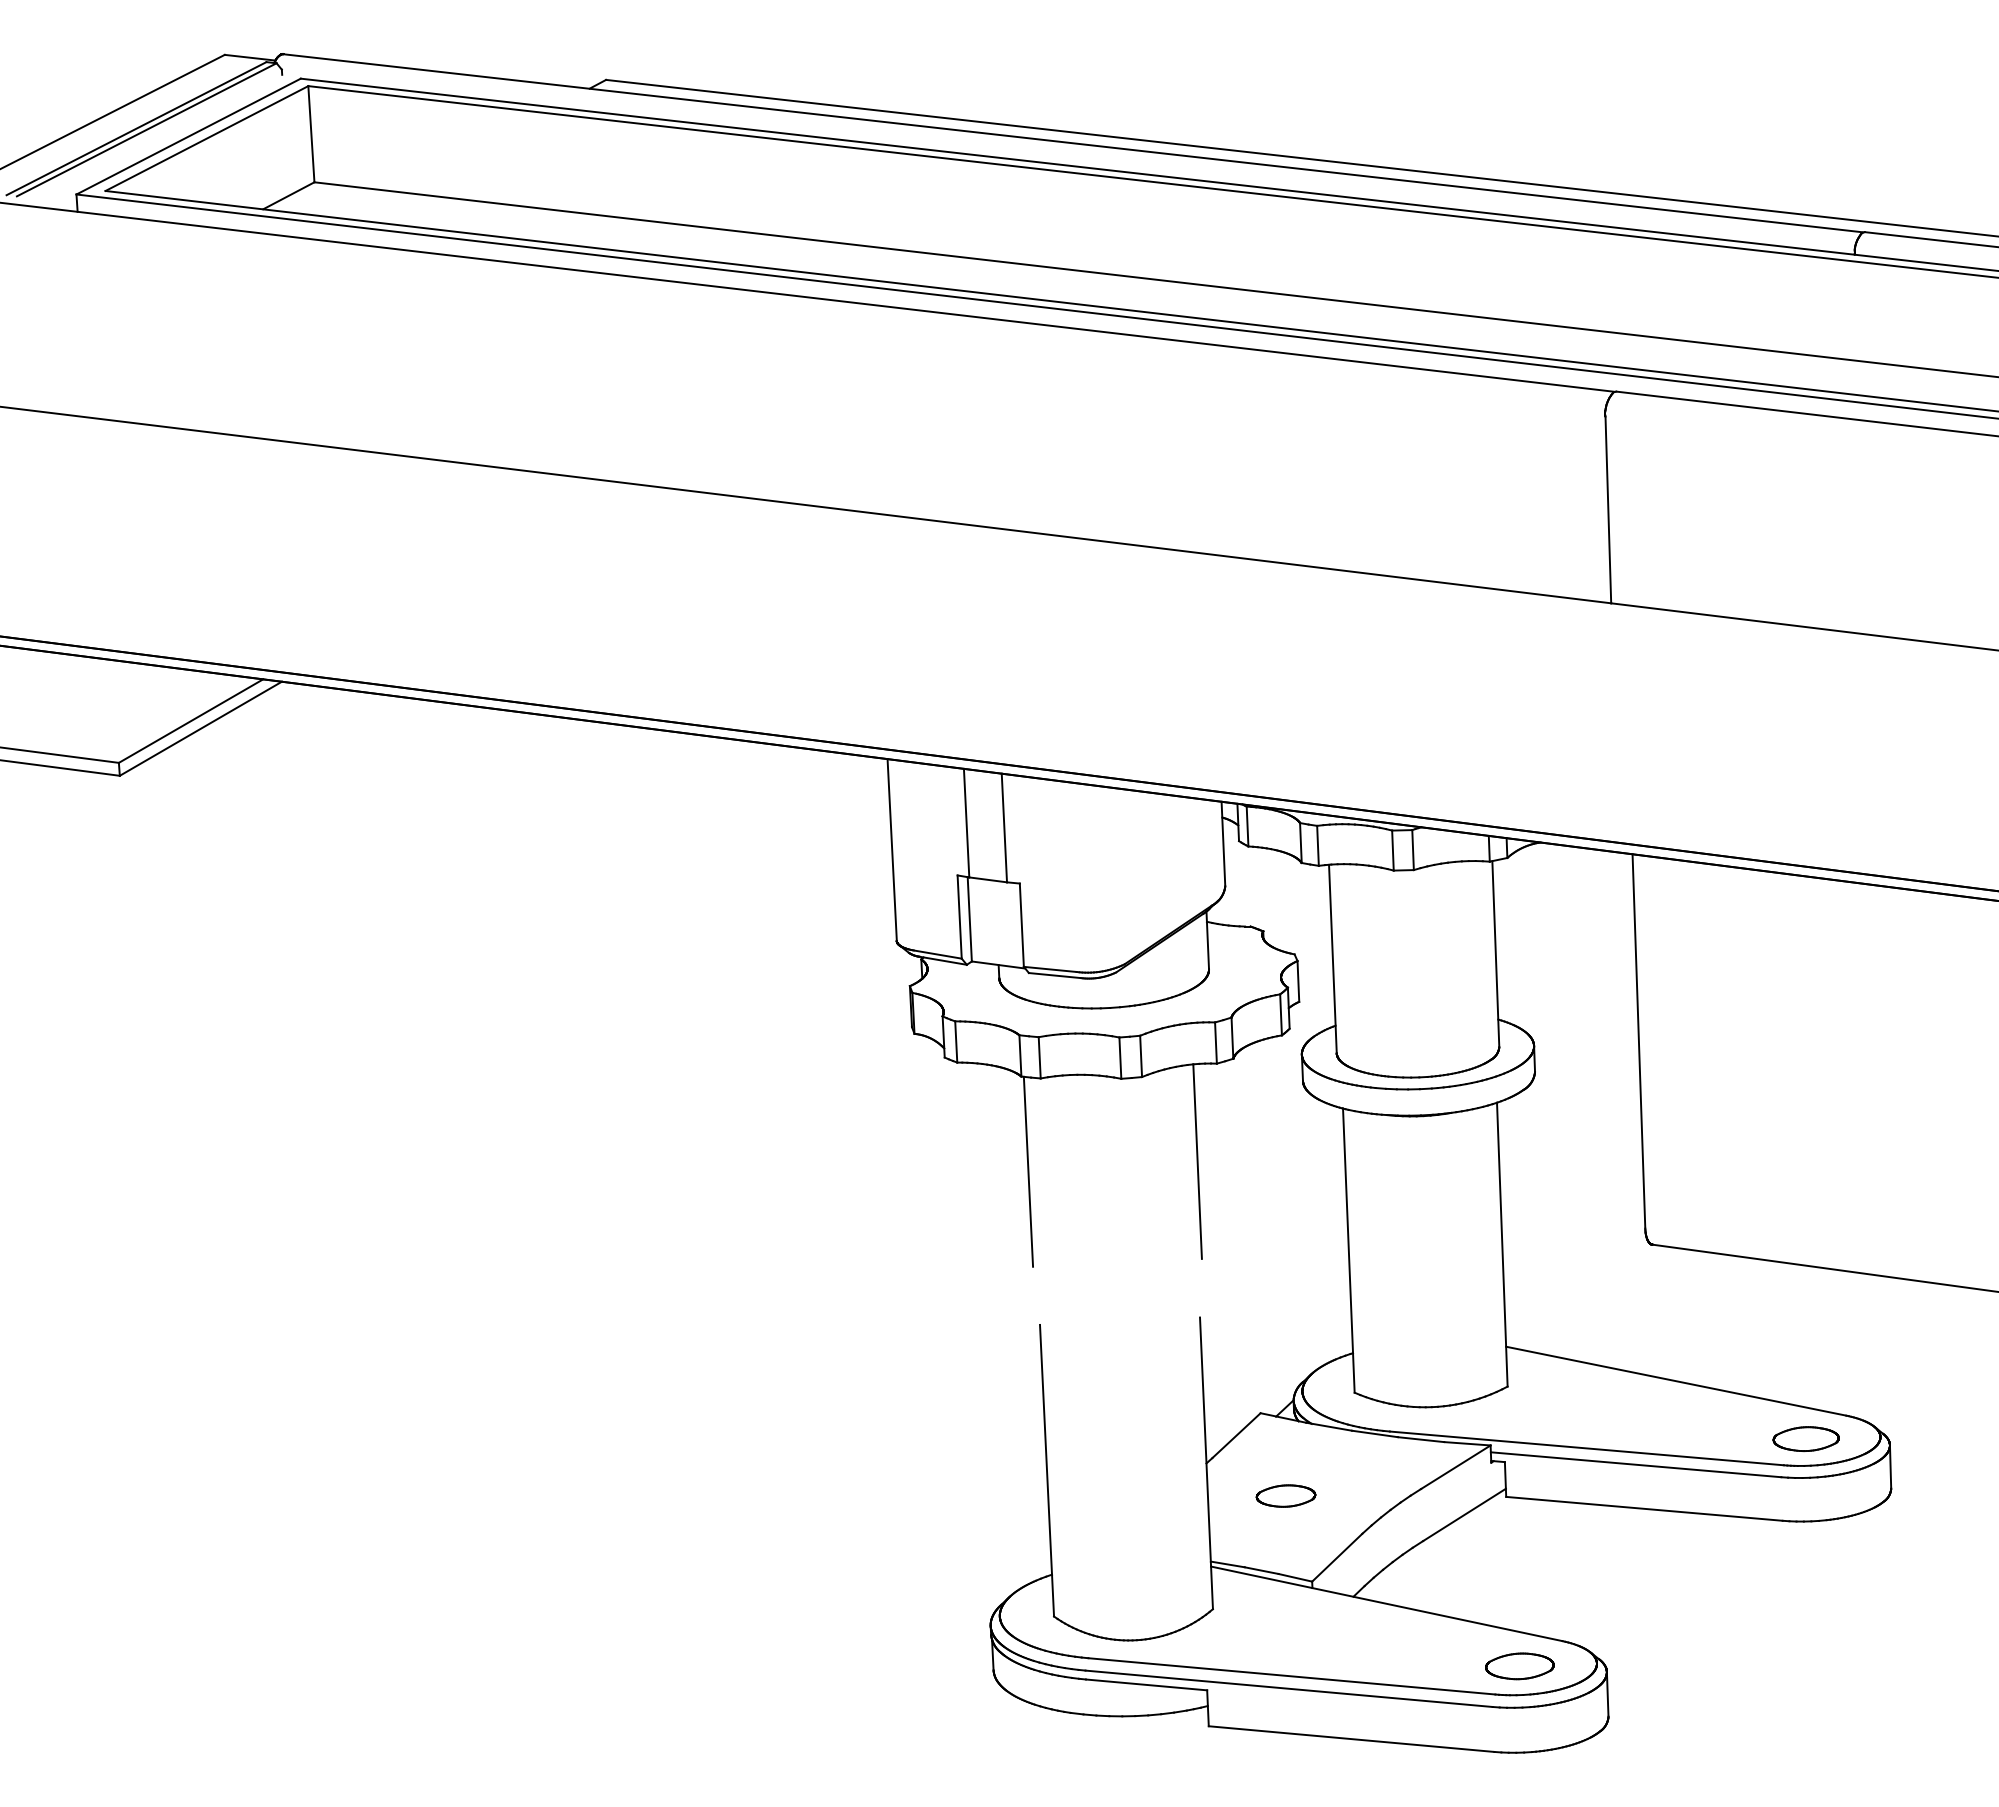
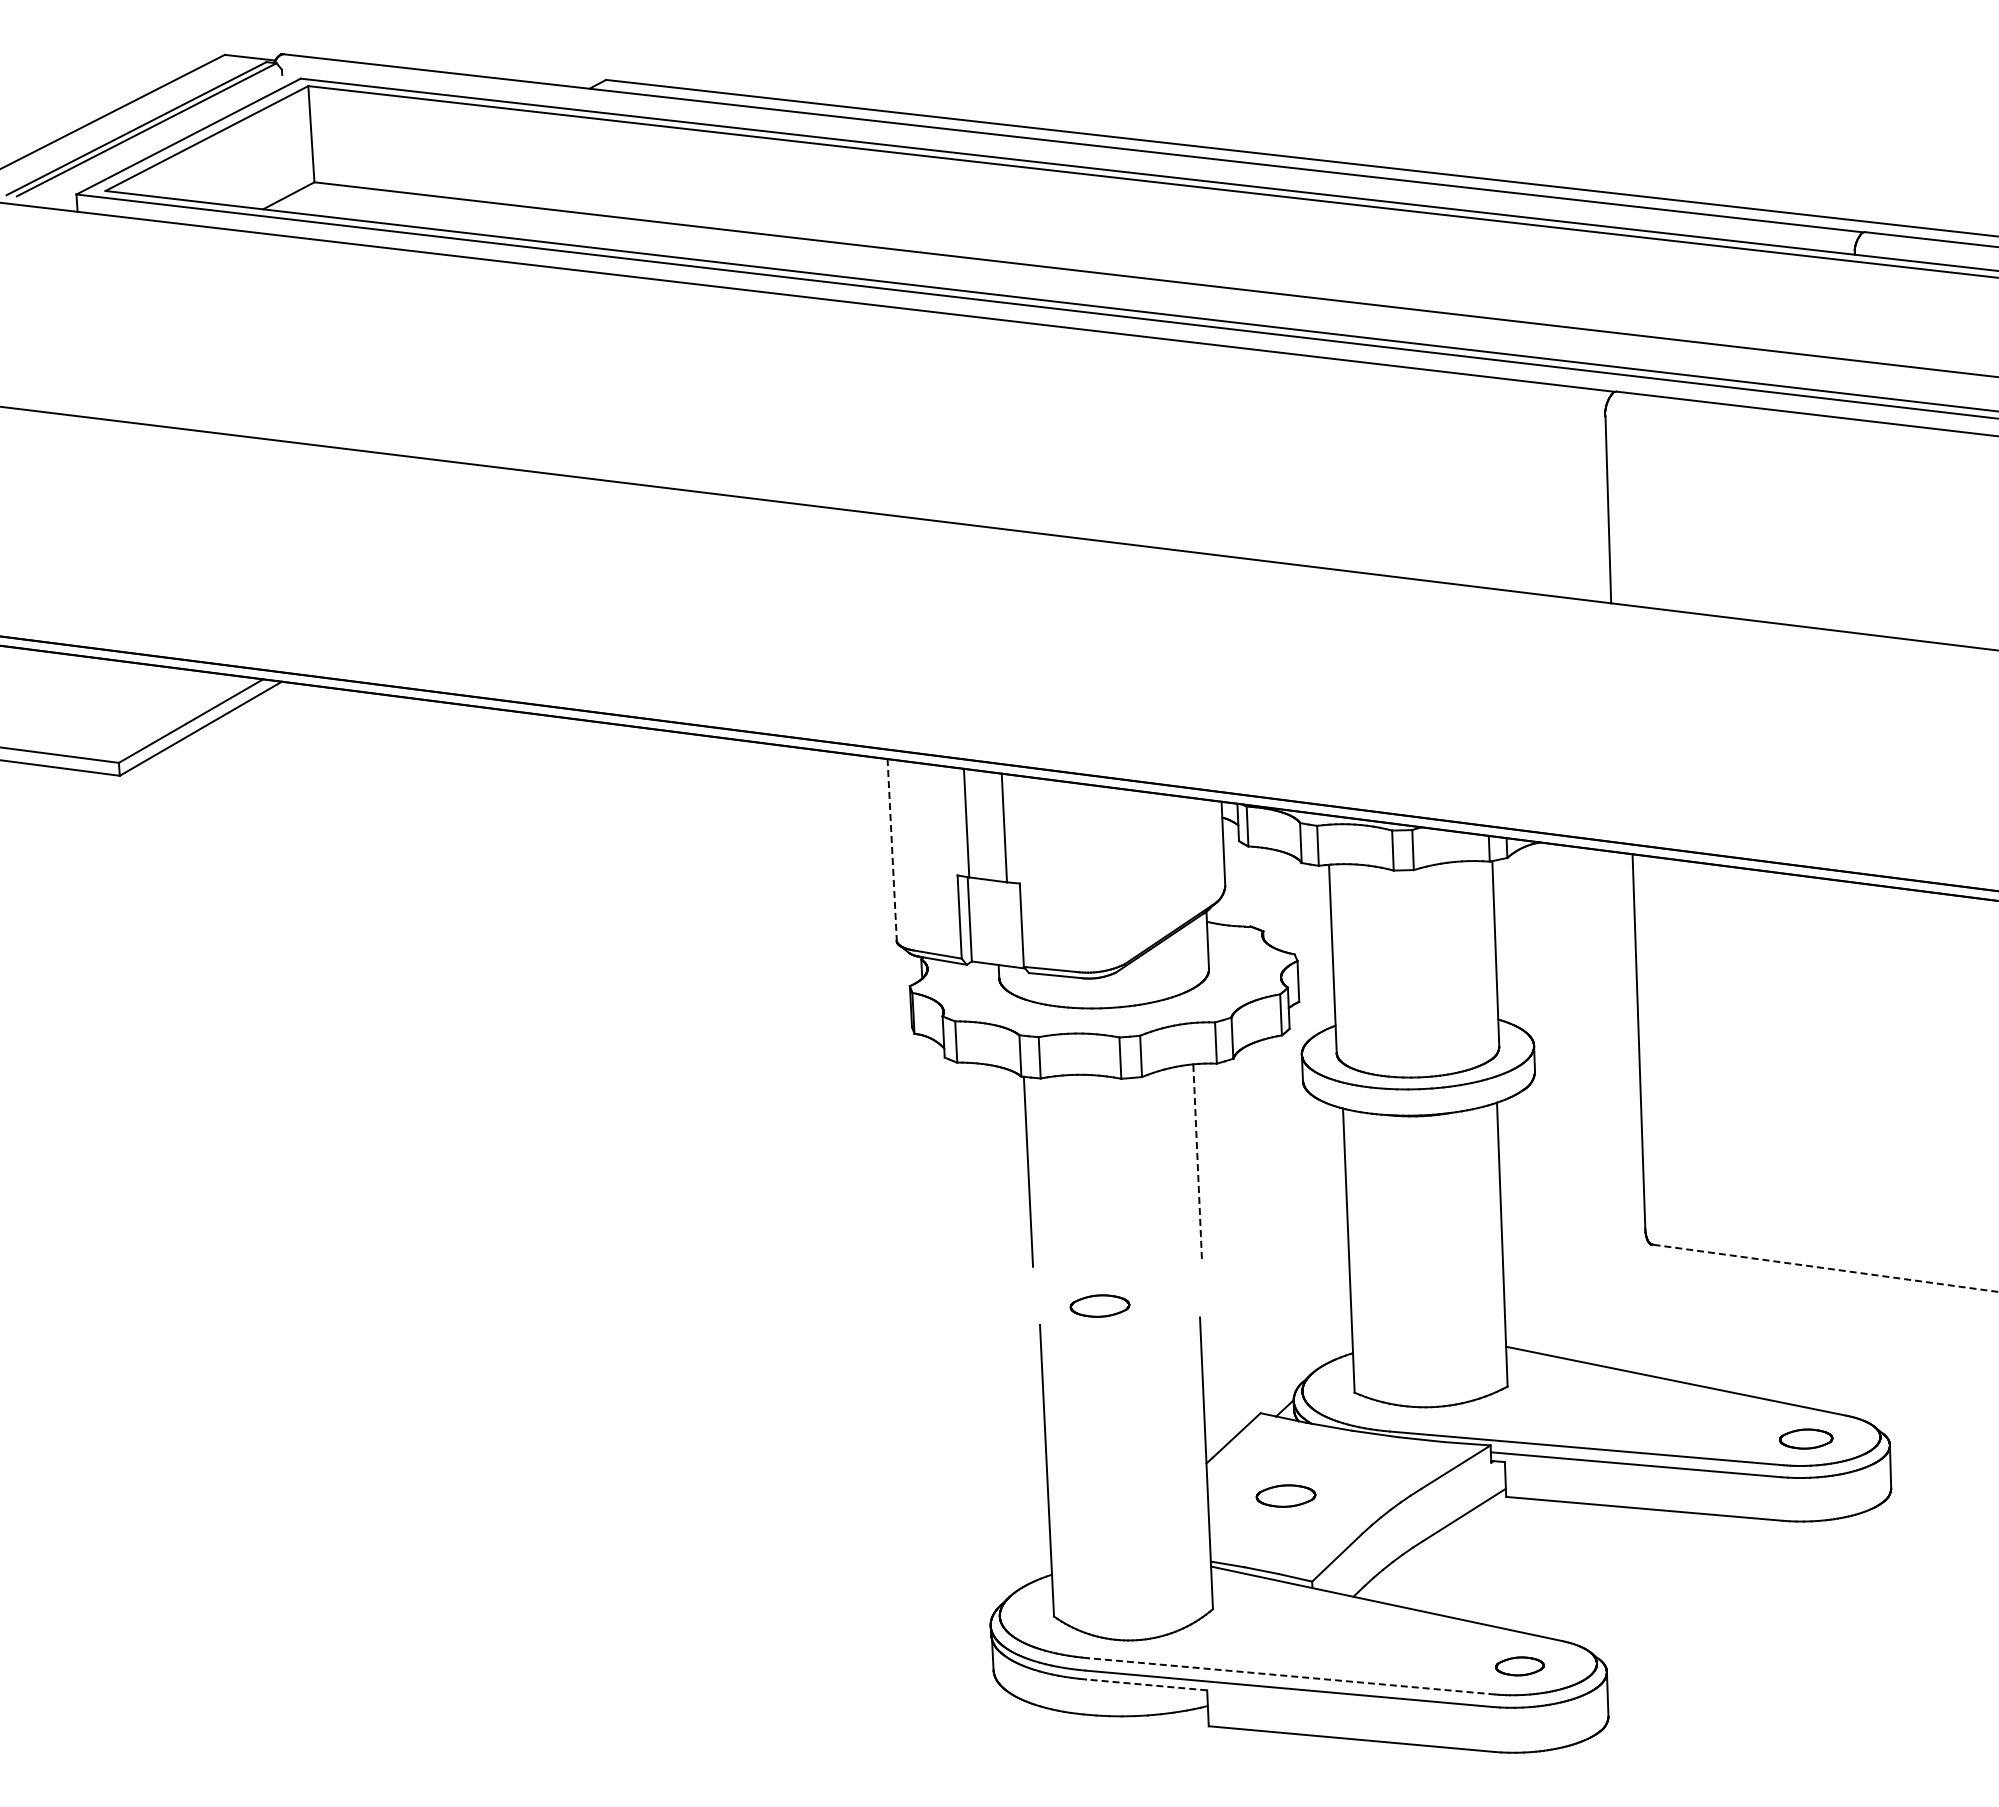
line at (892, 850): solid -> dashed
line at (1197, 1161): solid -> dashed
line at (1824, 1268): solid -> dashed
part at (1099, 1305): none -> present
part at (1805, 1438) size: 68x26 px -> 55x22 px
part at (1519, 1666) size: 70x29 px -> 50x21 px
line at (1291, 1676): solid -> dashed
line at (1146, 1684): solid -> dashed
